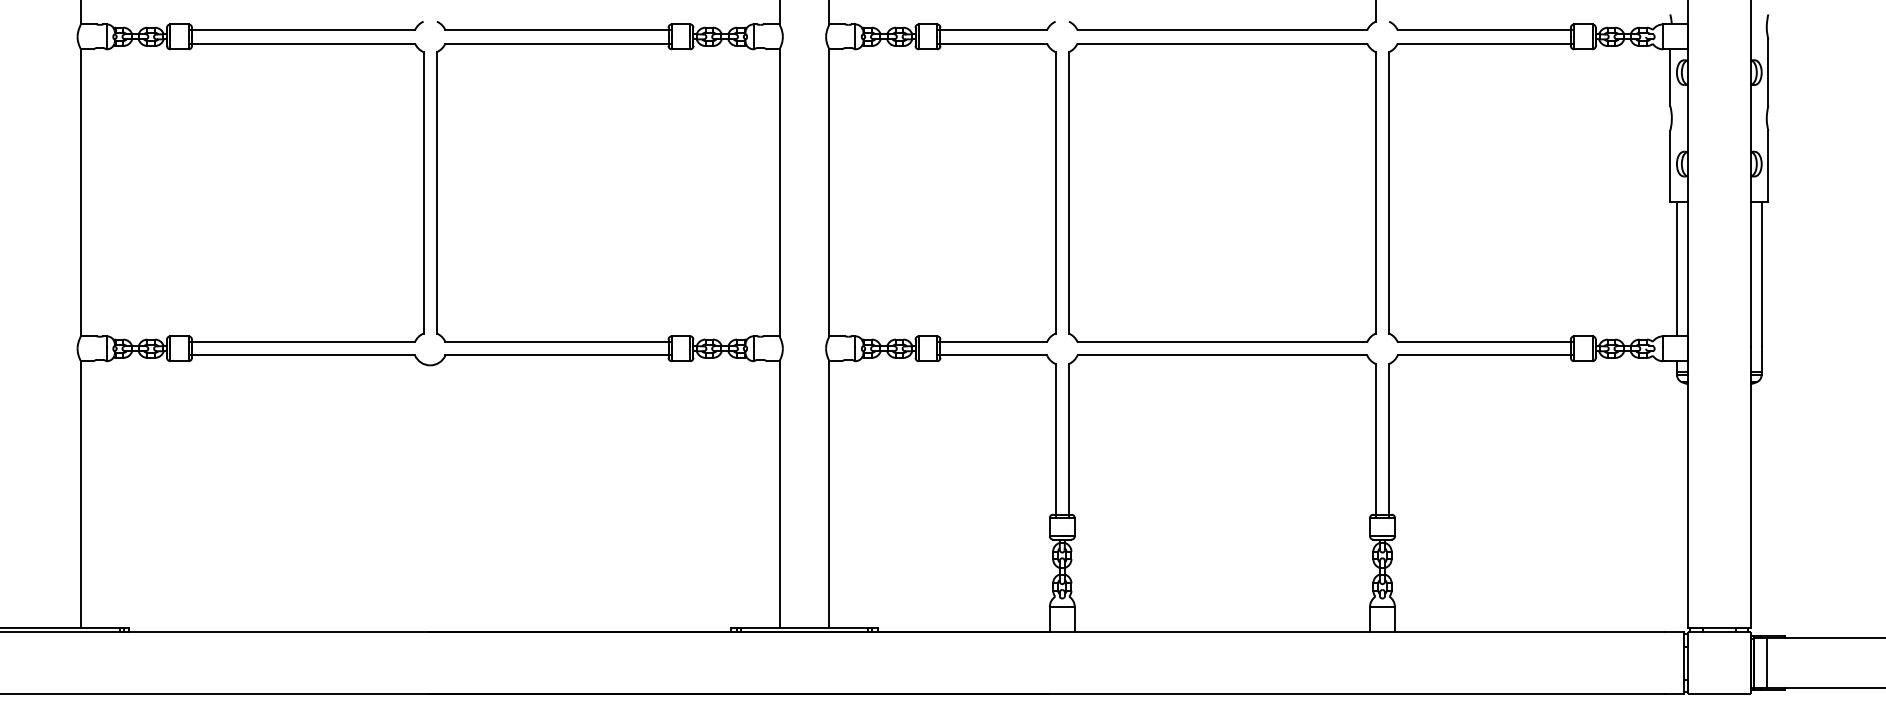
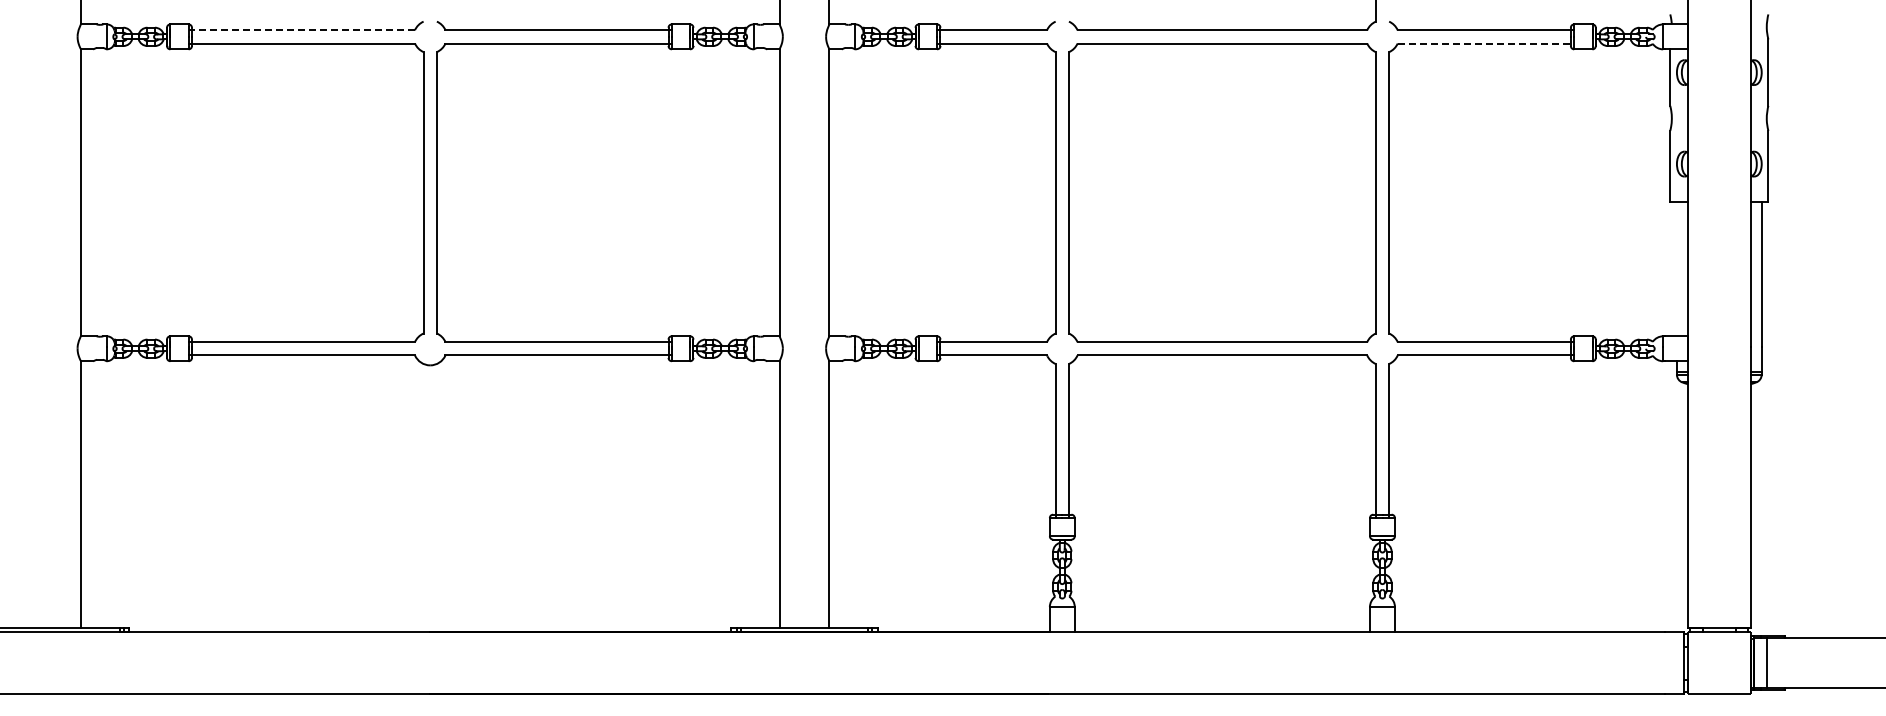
line at (301, 30): solid -> dashed
line at (1486, 43): solid -> dashed
line at (1676, 268): present -> none
